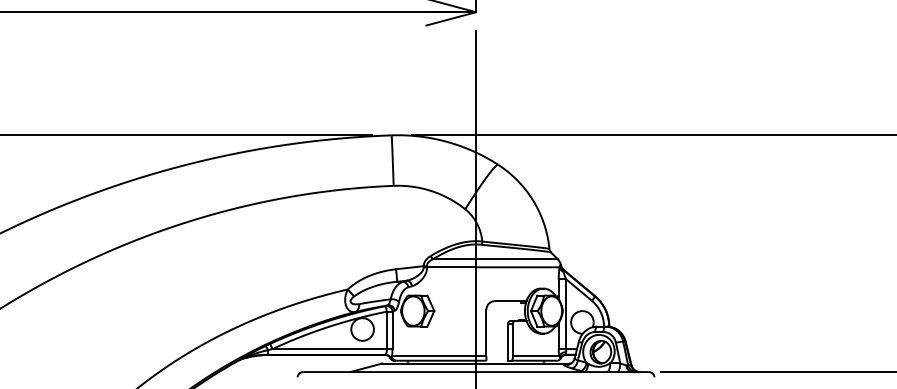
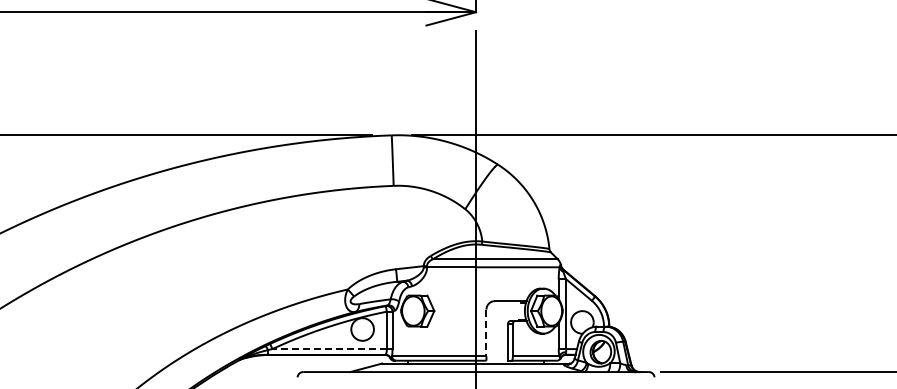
line at (486, 333): solid -> dashed
line at (329, 349): solid -> dashed
